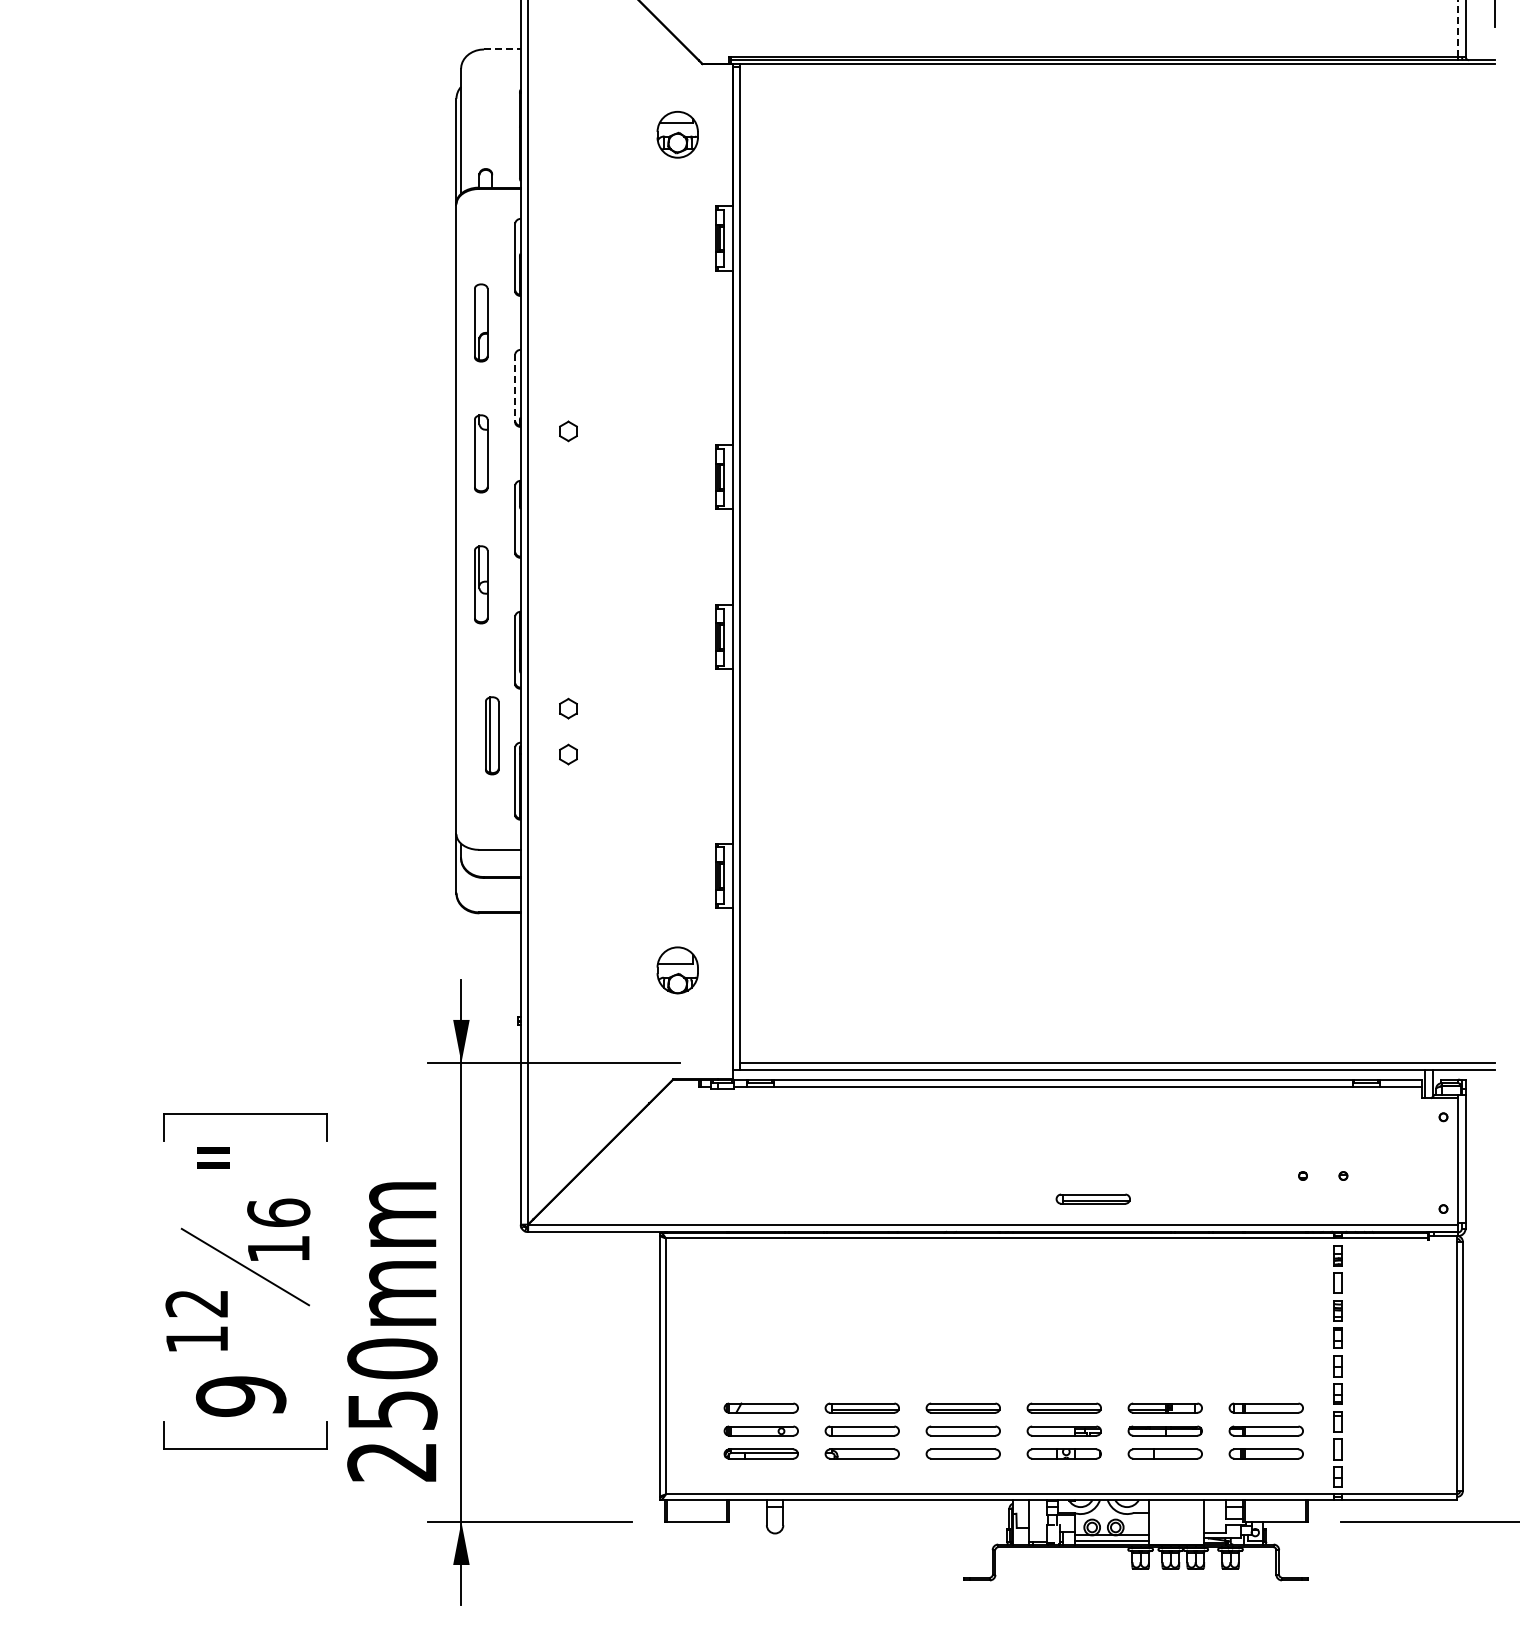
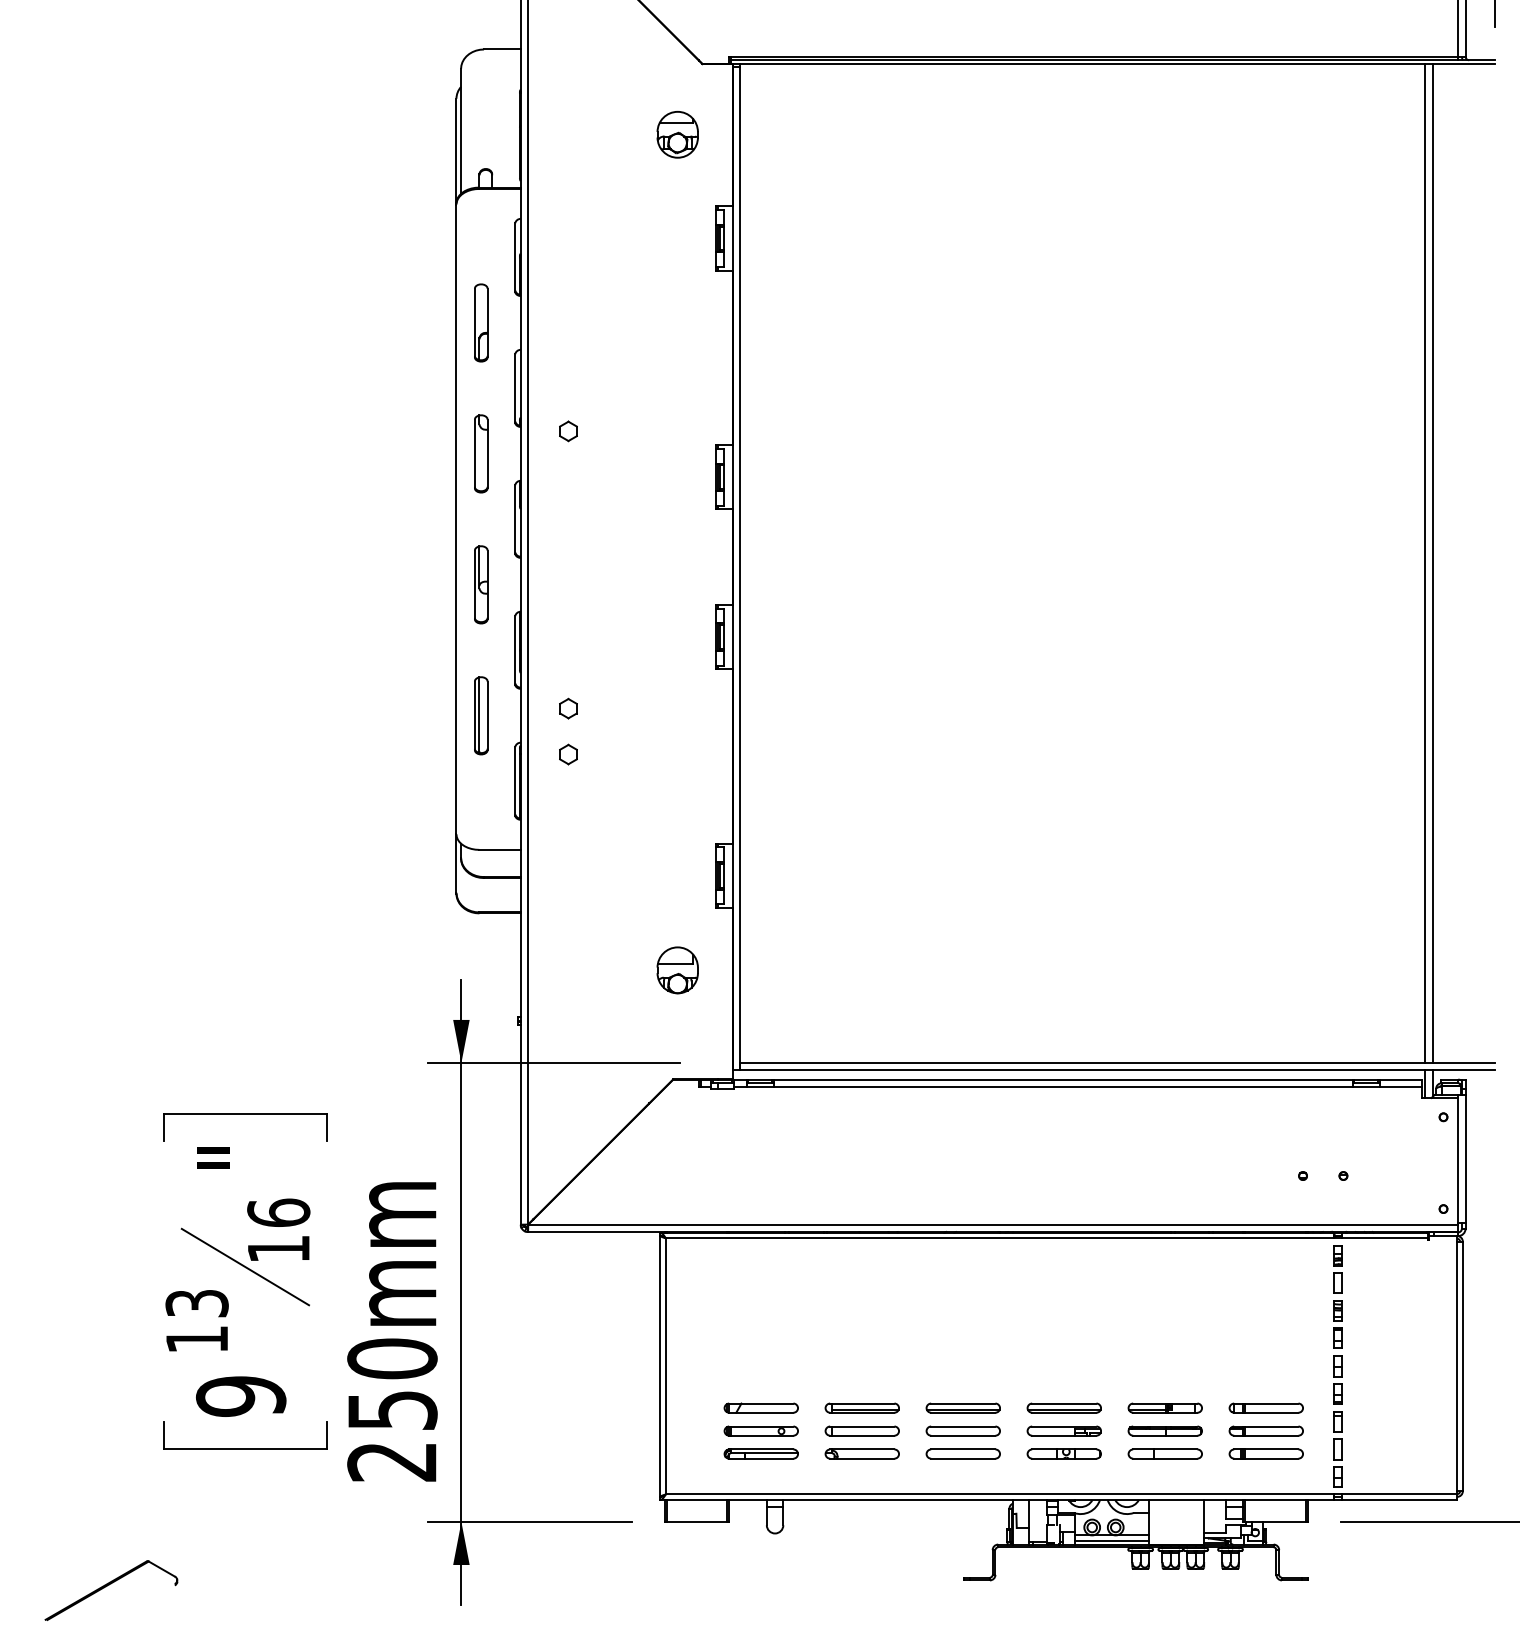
line at (1458, 28): dashed -> solid
line at (502, 49): dashed -> solid
line at (515, 388): dashed -> solid
line at (1425, 562): none -> present
line at (1432, 562): none -> present
part at (492, 735) position: (492, 735) -> (481, 715)
part at (1092, 1198): present -> none
text at (196, 1303): 12 -> 13
part at (111, 1590): none -> present
